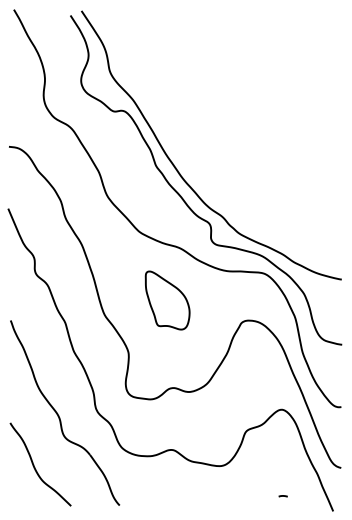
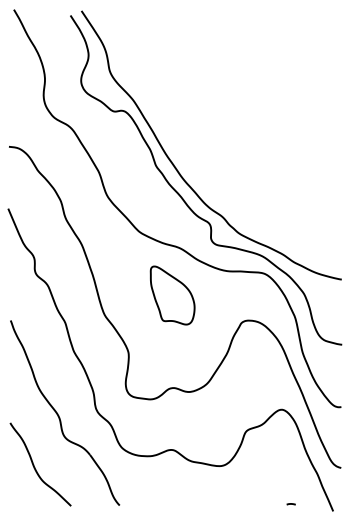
part at (167, 300) position: (167, 300) -> (172, 295)
curve at (282, 496) position: (282, 496) -> (290, 504)
